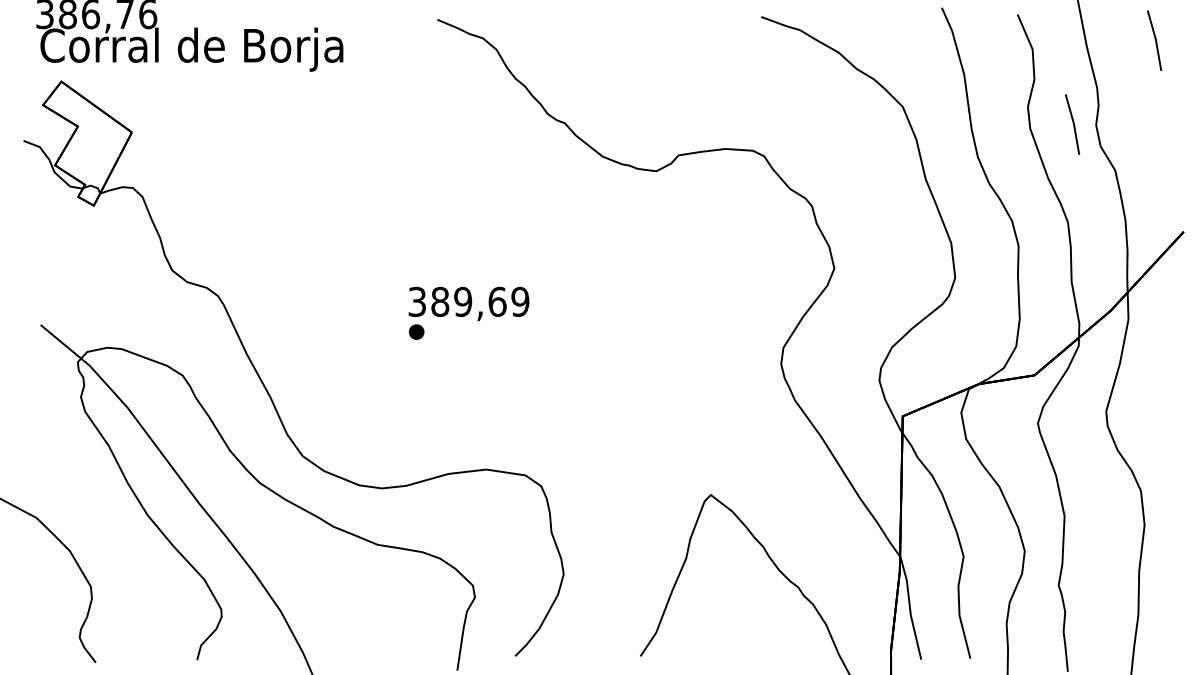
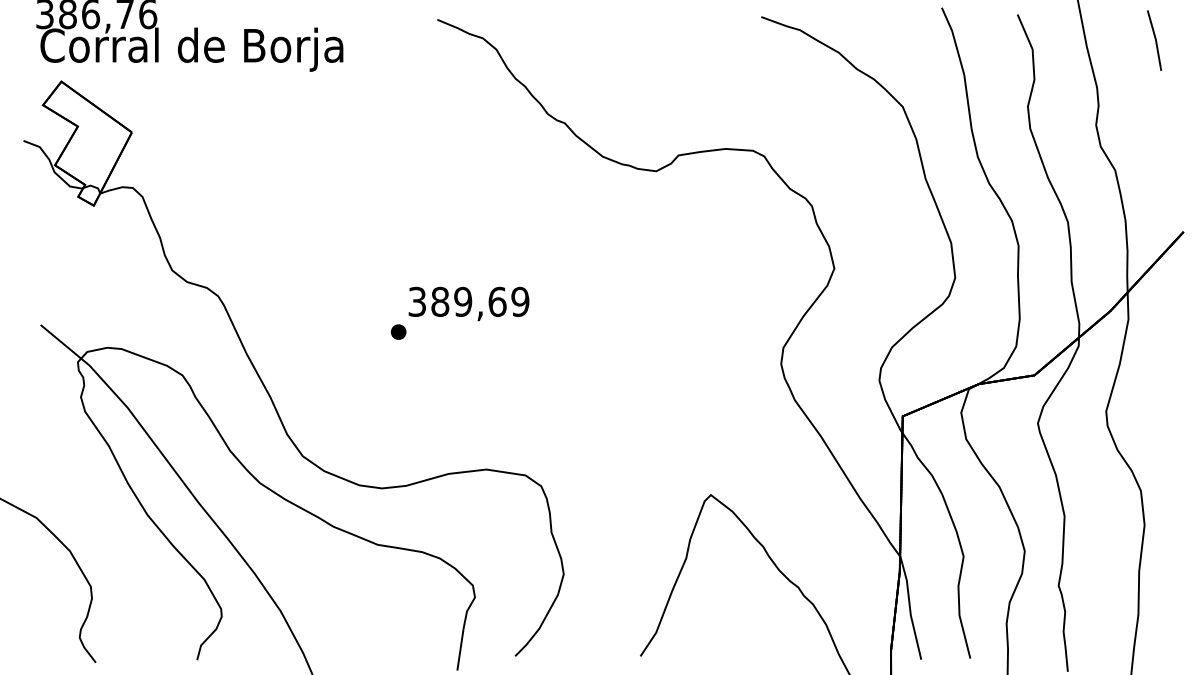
part at (1072, 124): present -> none
part at (416, 331) position: (416, 331) -> (398, 331)
